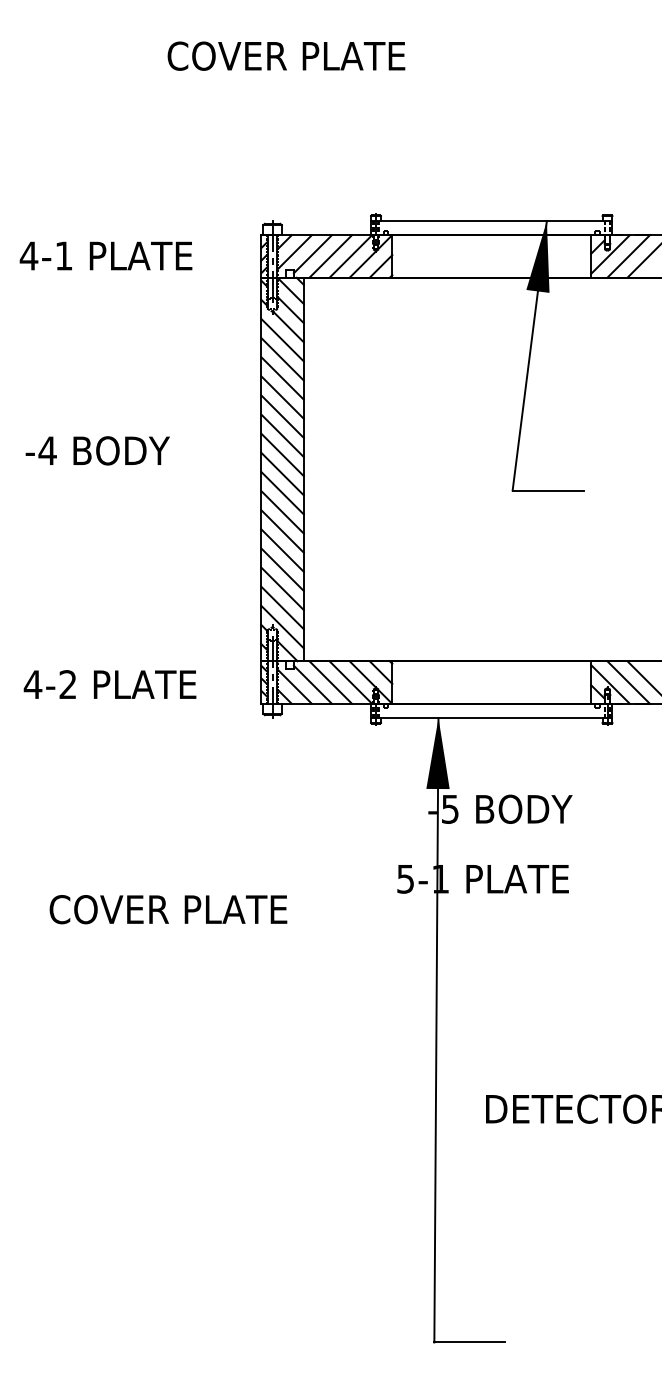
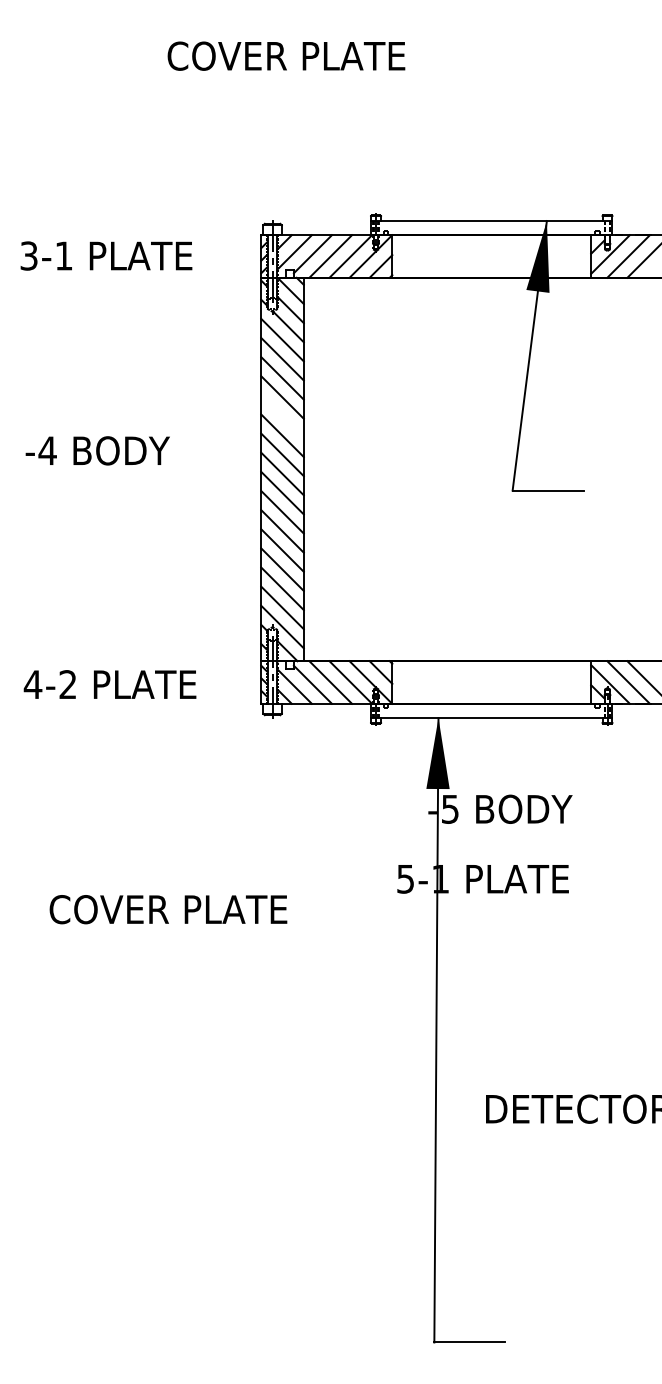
text at (28, 255): 4-1 -> 3-1
line at (282, 416): present -> none
